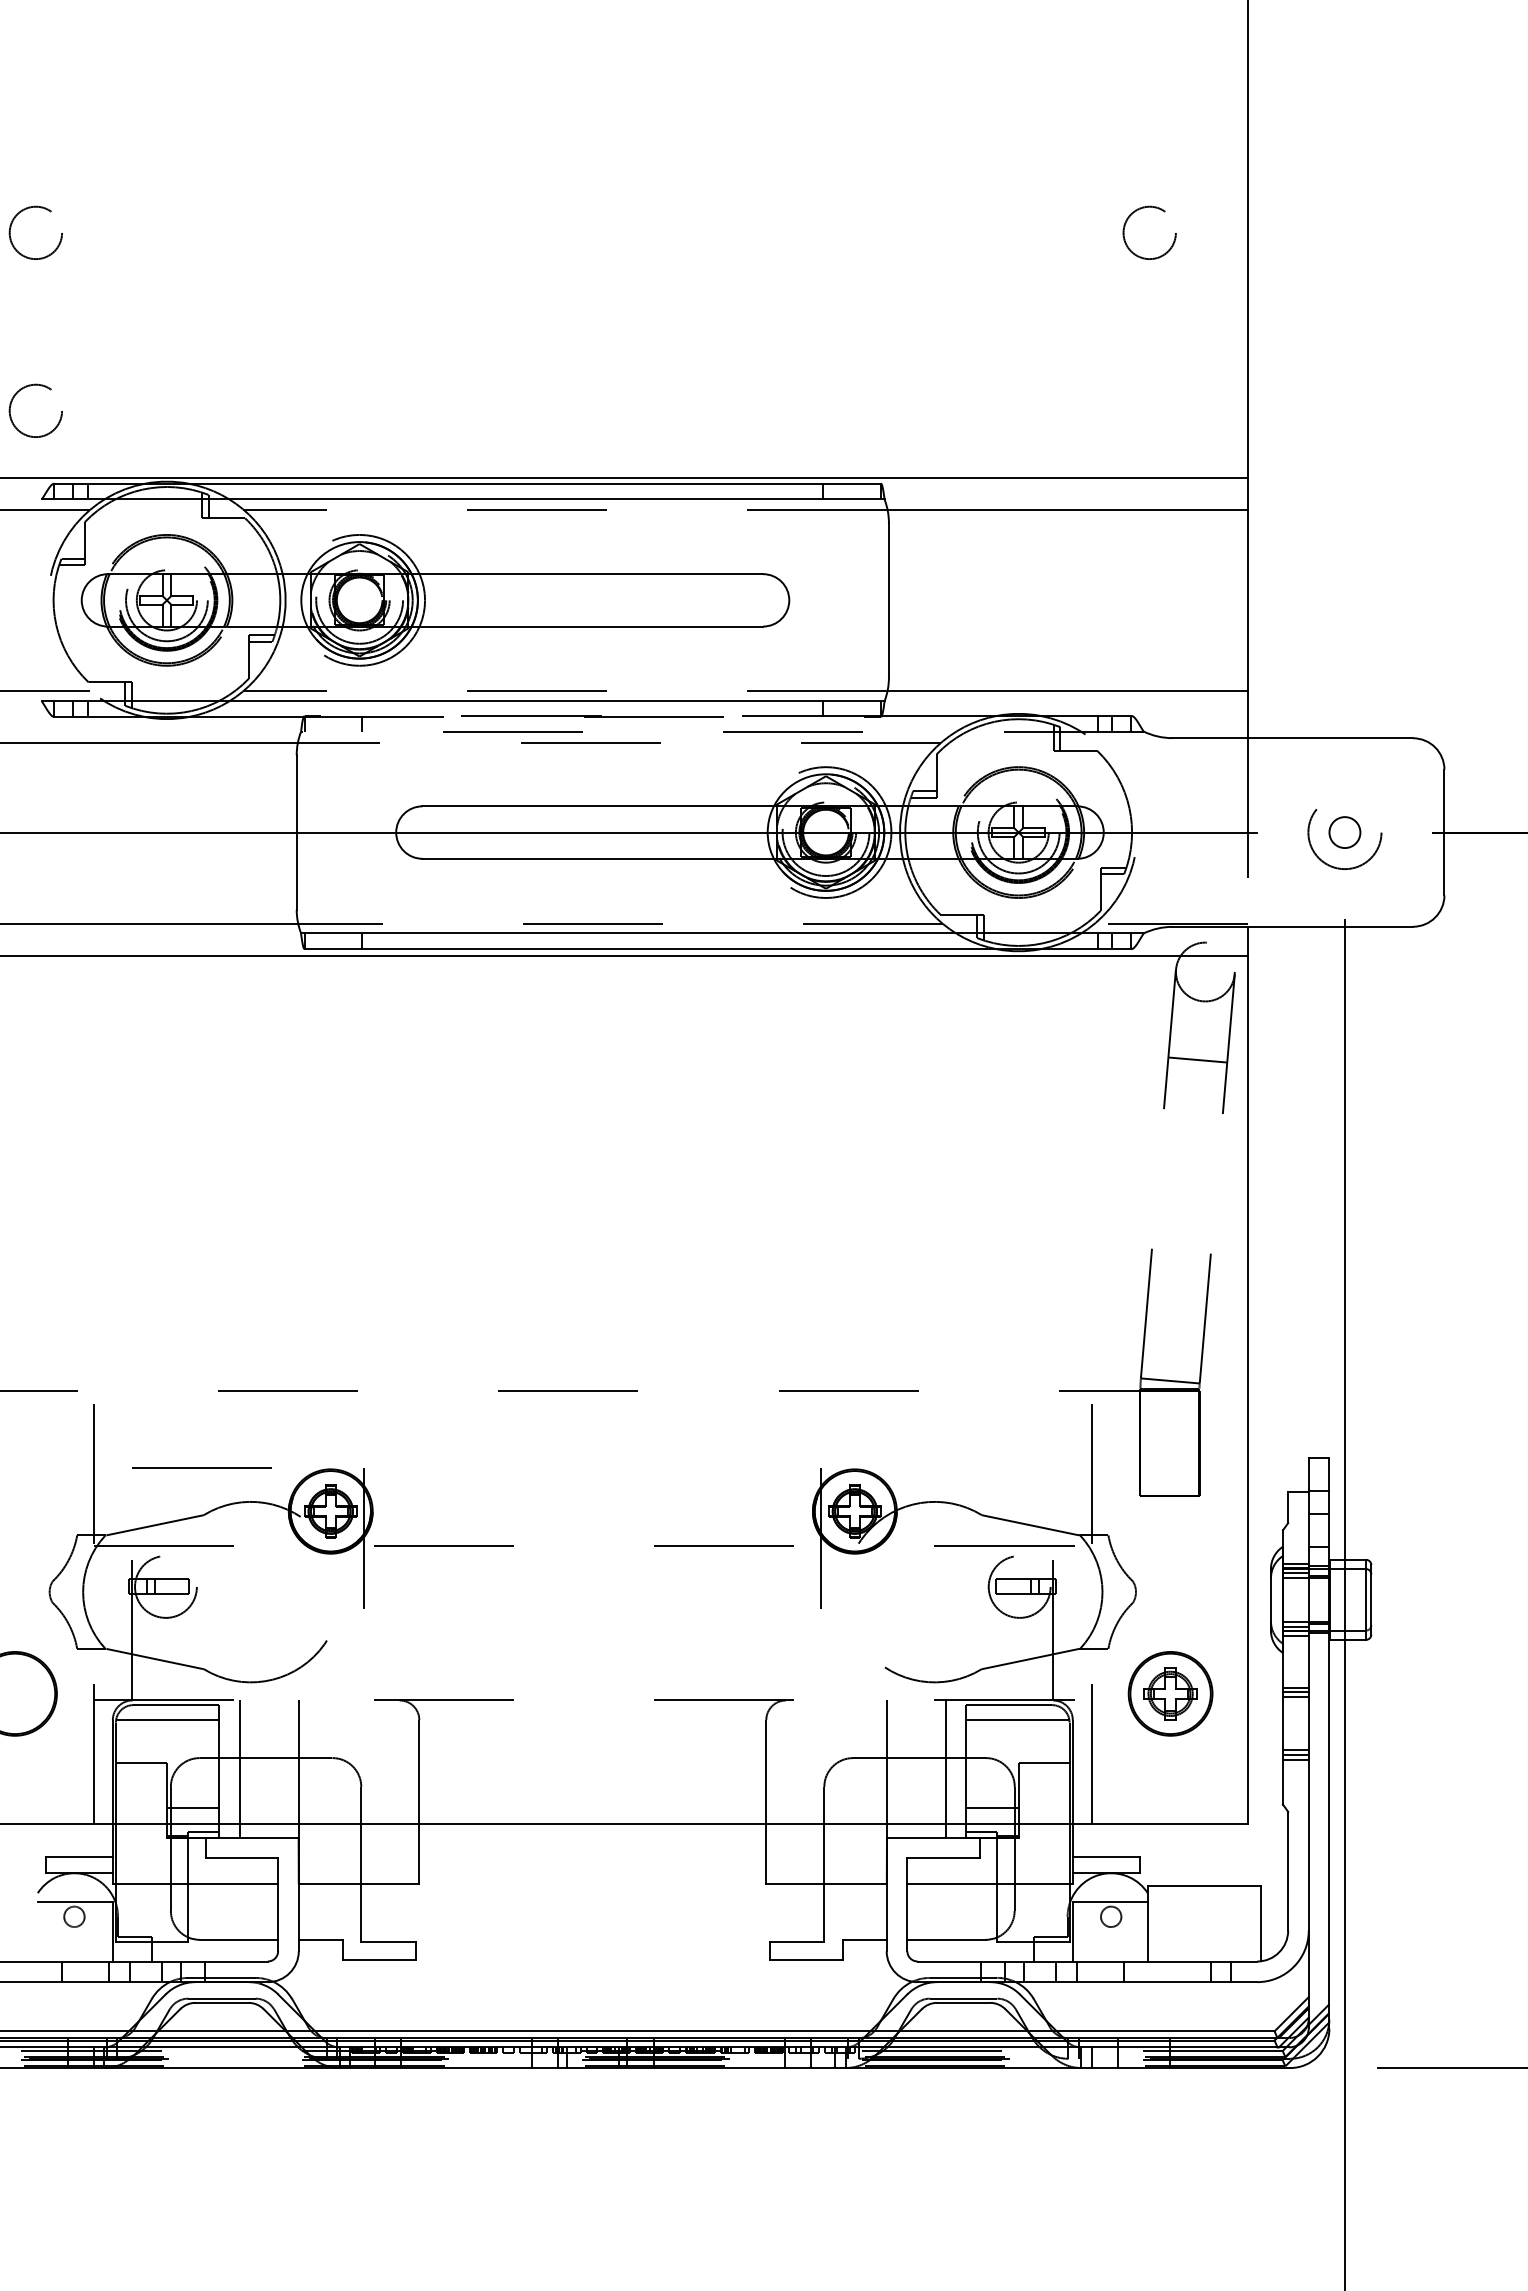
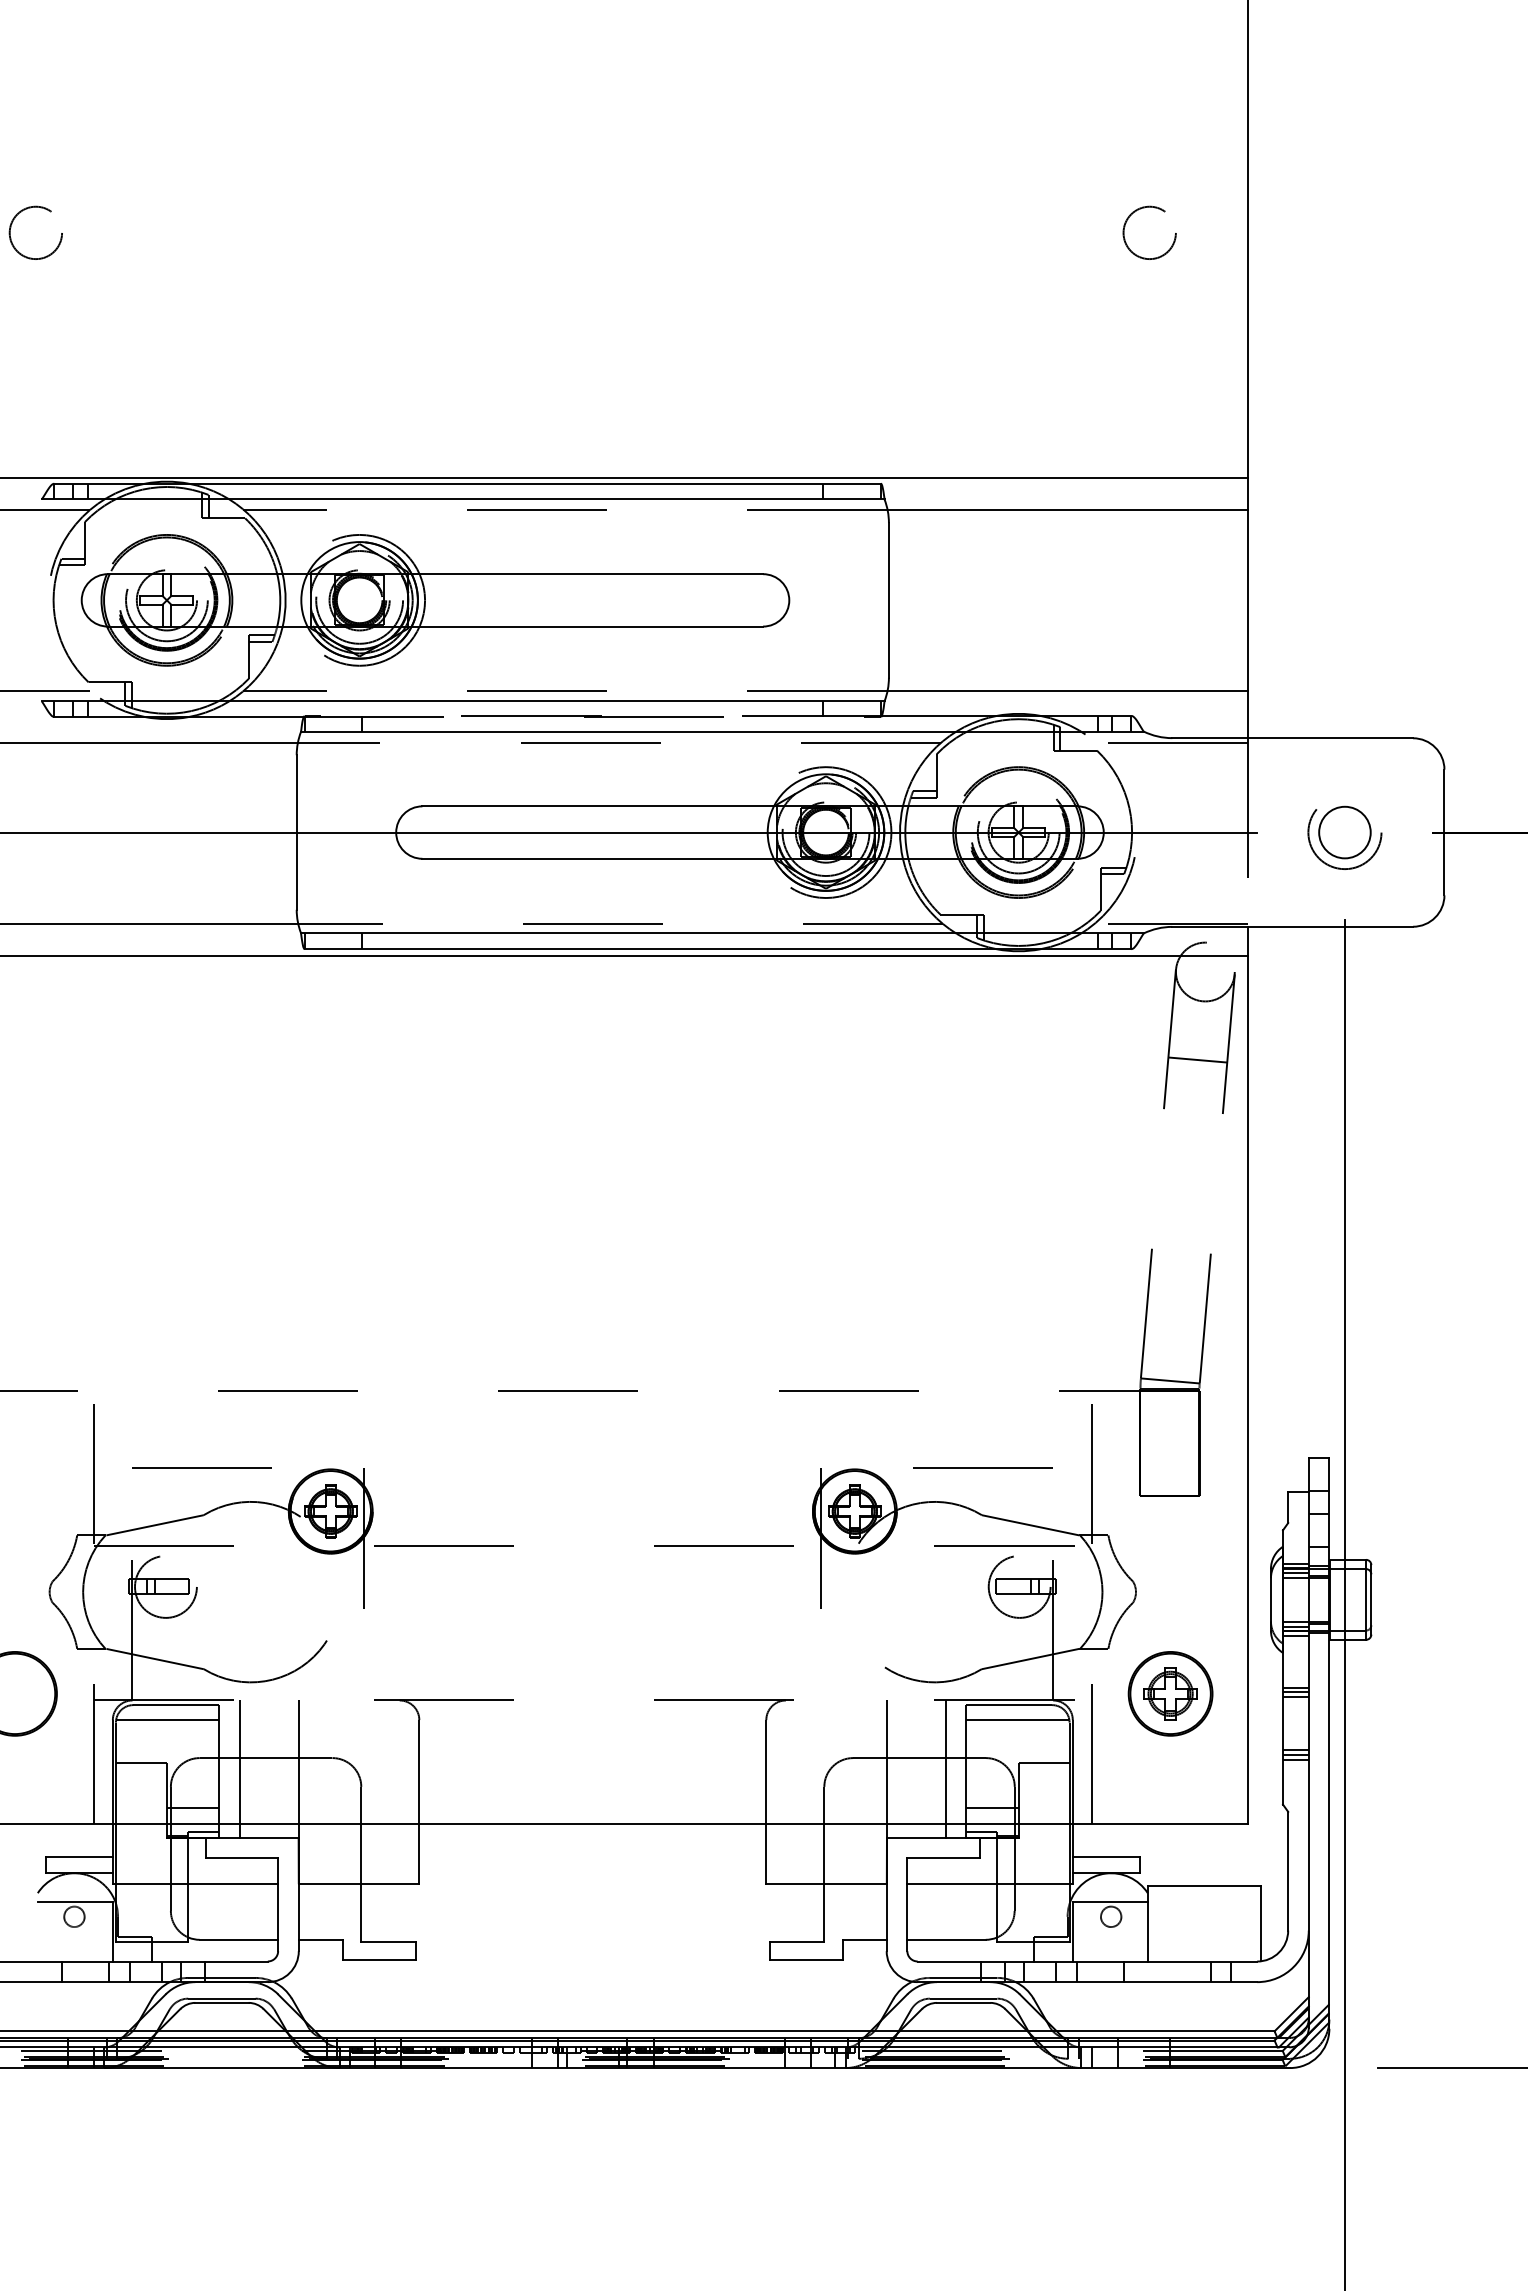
circle at (35, 410): present -> none
line at (721, 731): dashed -> solid
line at (1171, 742): none -> present
circle at (1344, 832) diameter: 31 px -> 52 px
line at (982, 1467): none -> present
